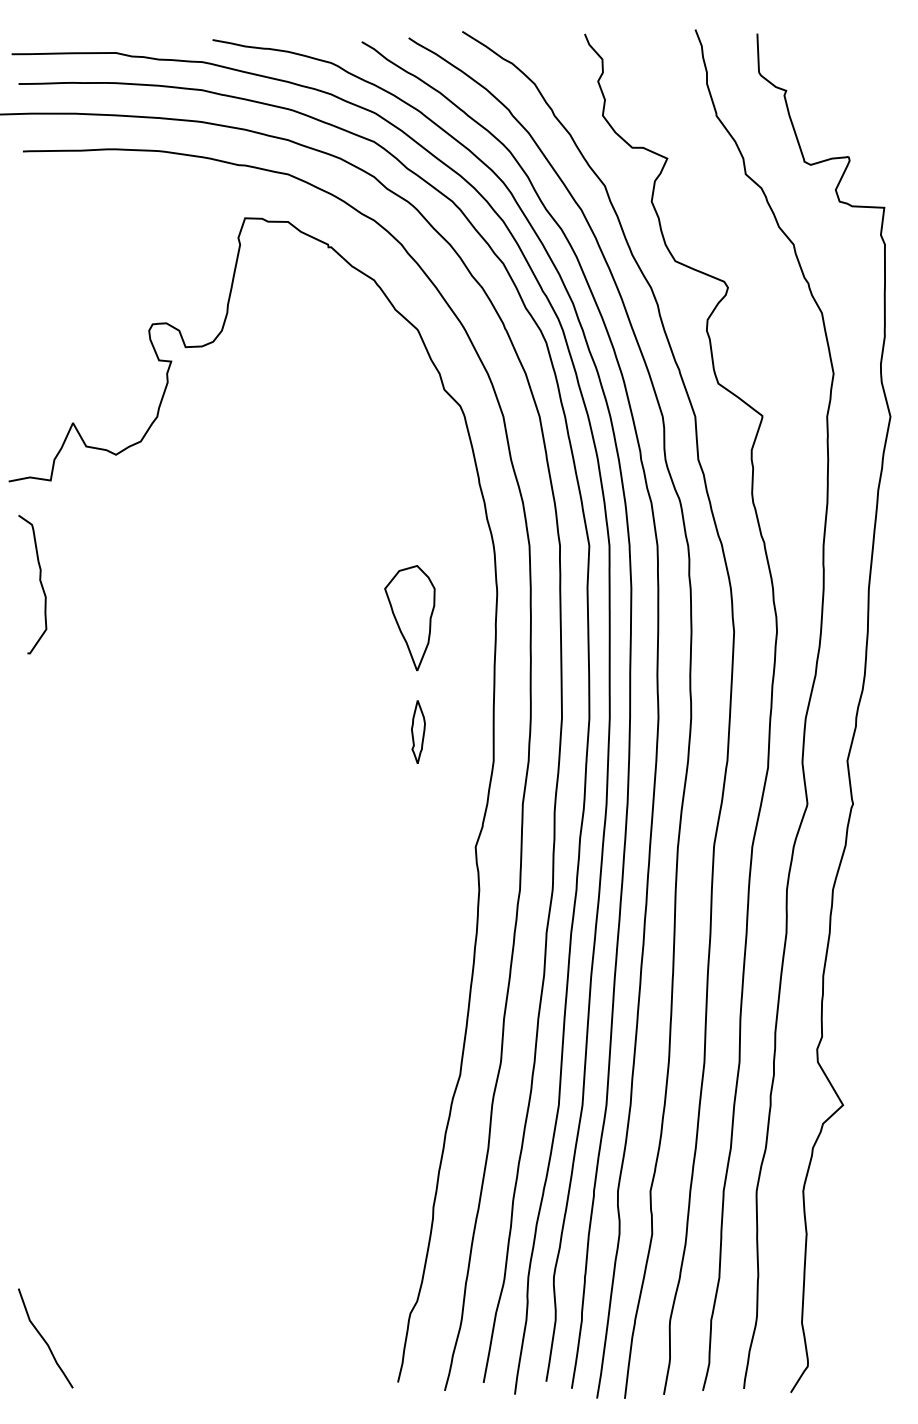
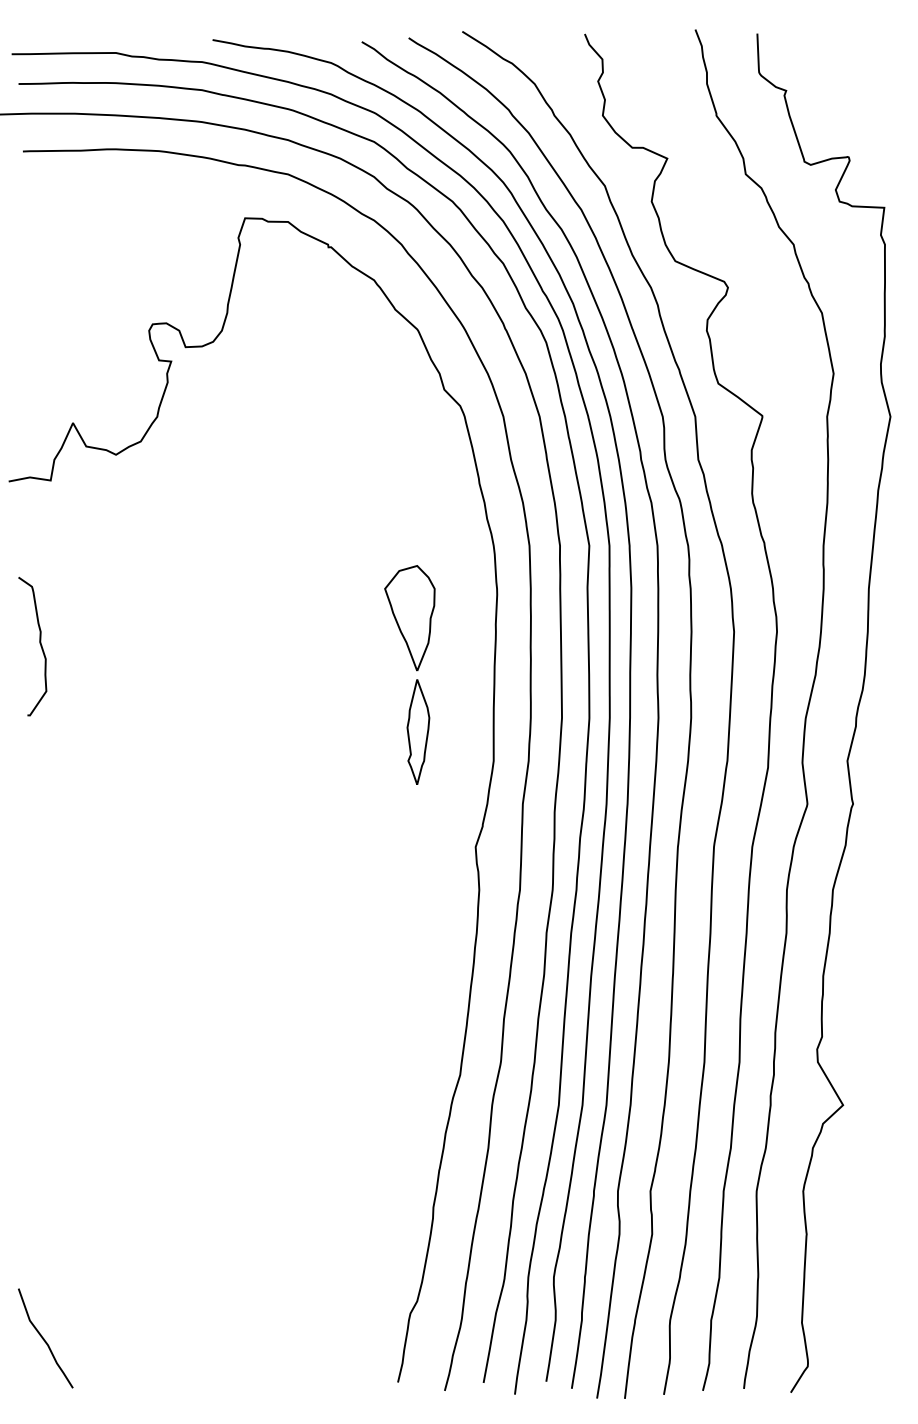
curve at (39, 581) position: (39, 581) -> (39, 643)
part at (418, 731) size: 15x64 px -> 25x106 px
